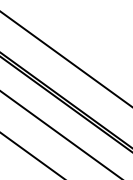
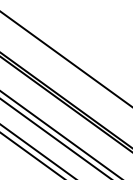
line at (54, 138): none -> present
line at (37, 150): none -> present
